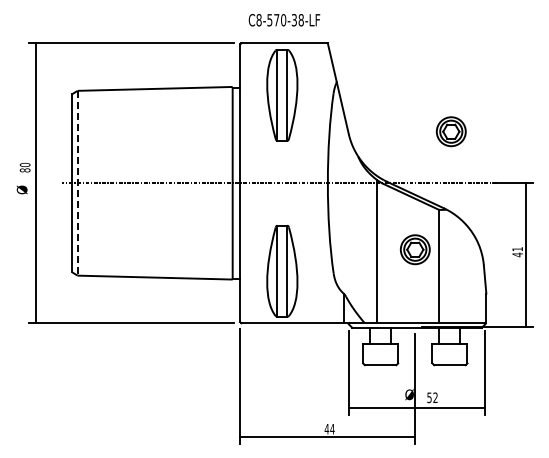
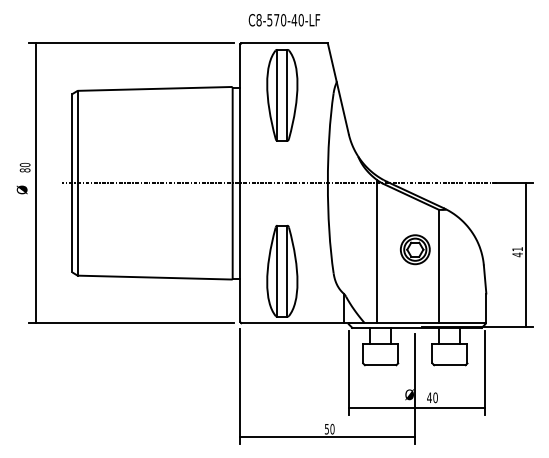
text at (297, 20): C8-570-38-LF -> C8-570-40-LF
part at (450, 131): present -> none
line at (77, 183): dashed -> solid
text at (432, 397): 52 -> 40
text at (329, 428): 44 -> 50
